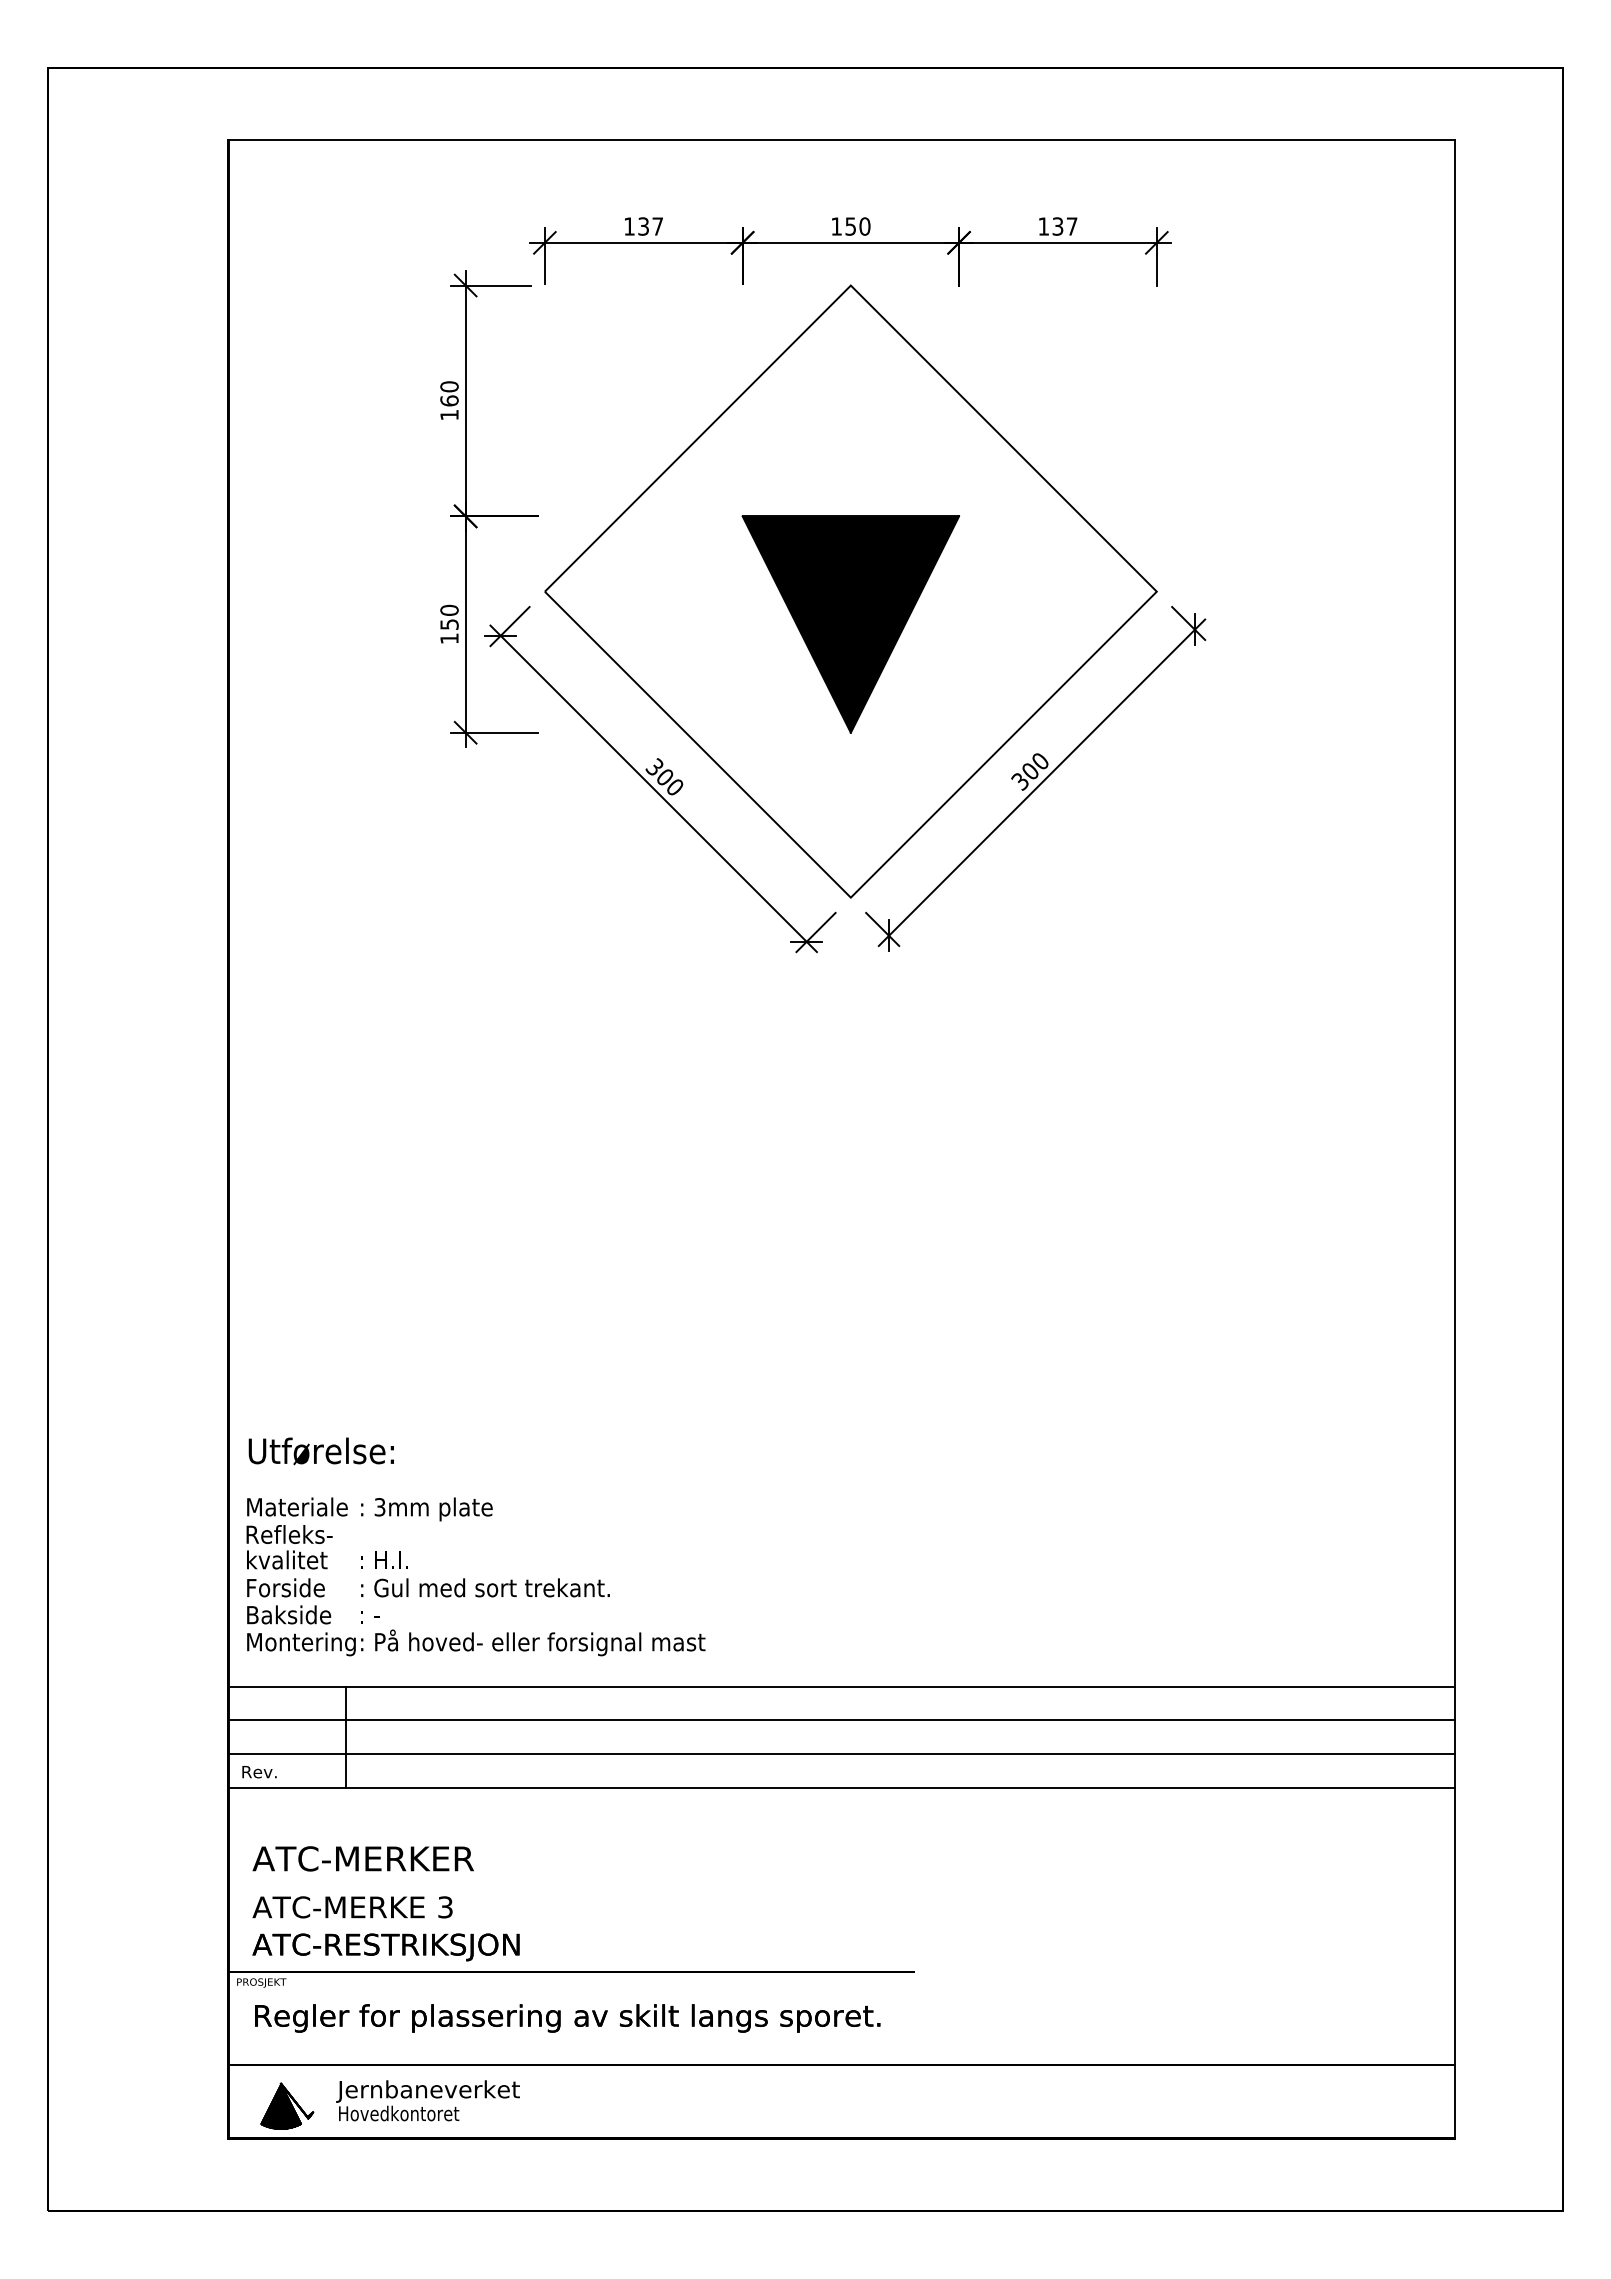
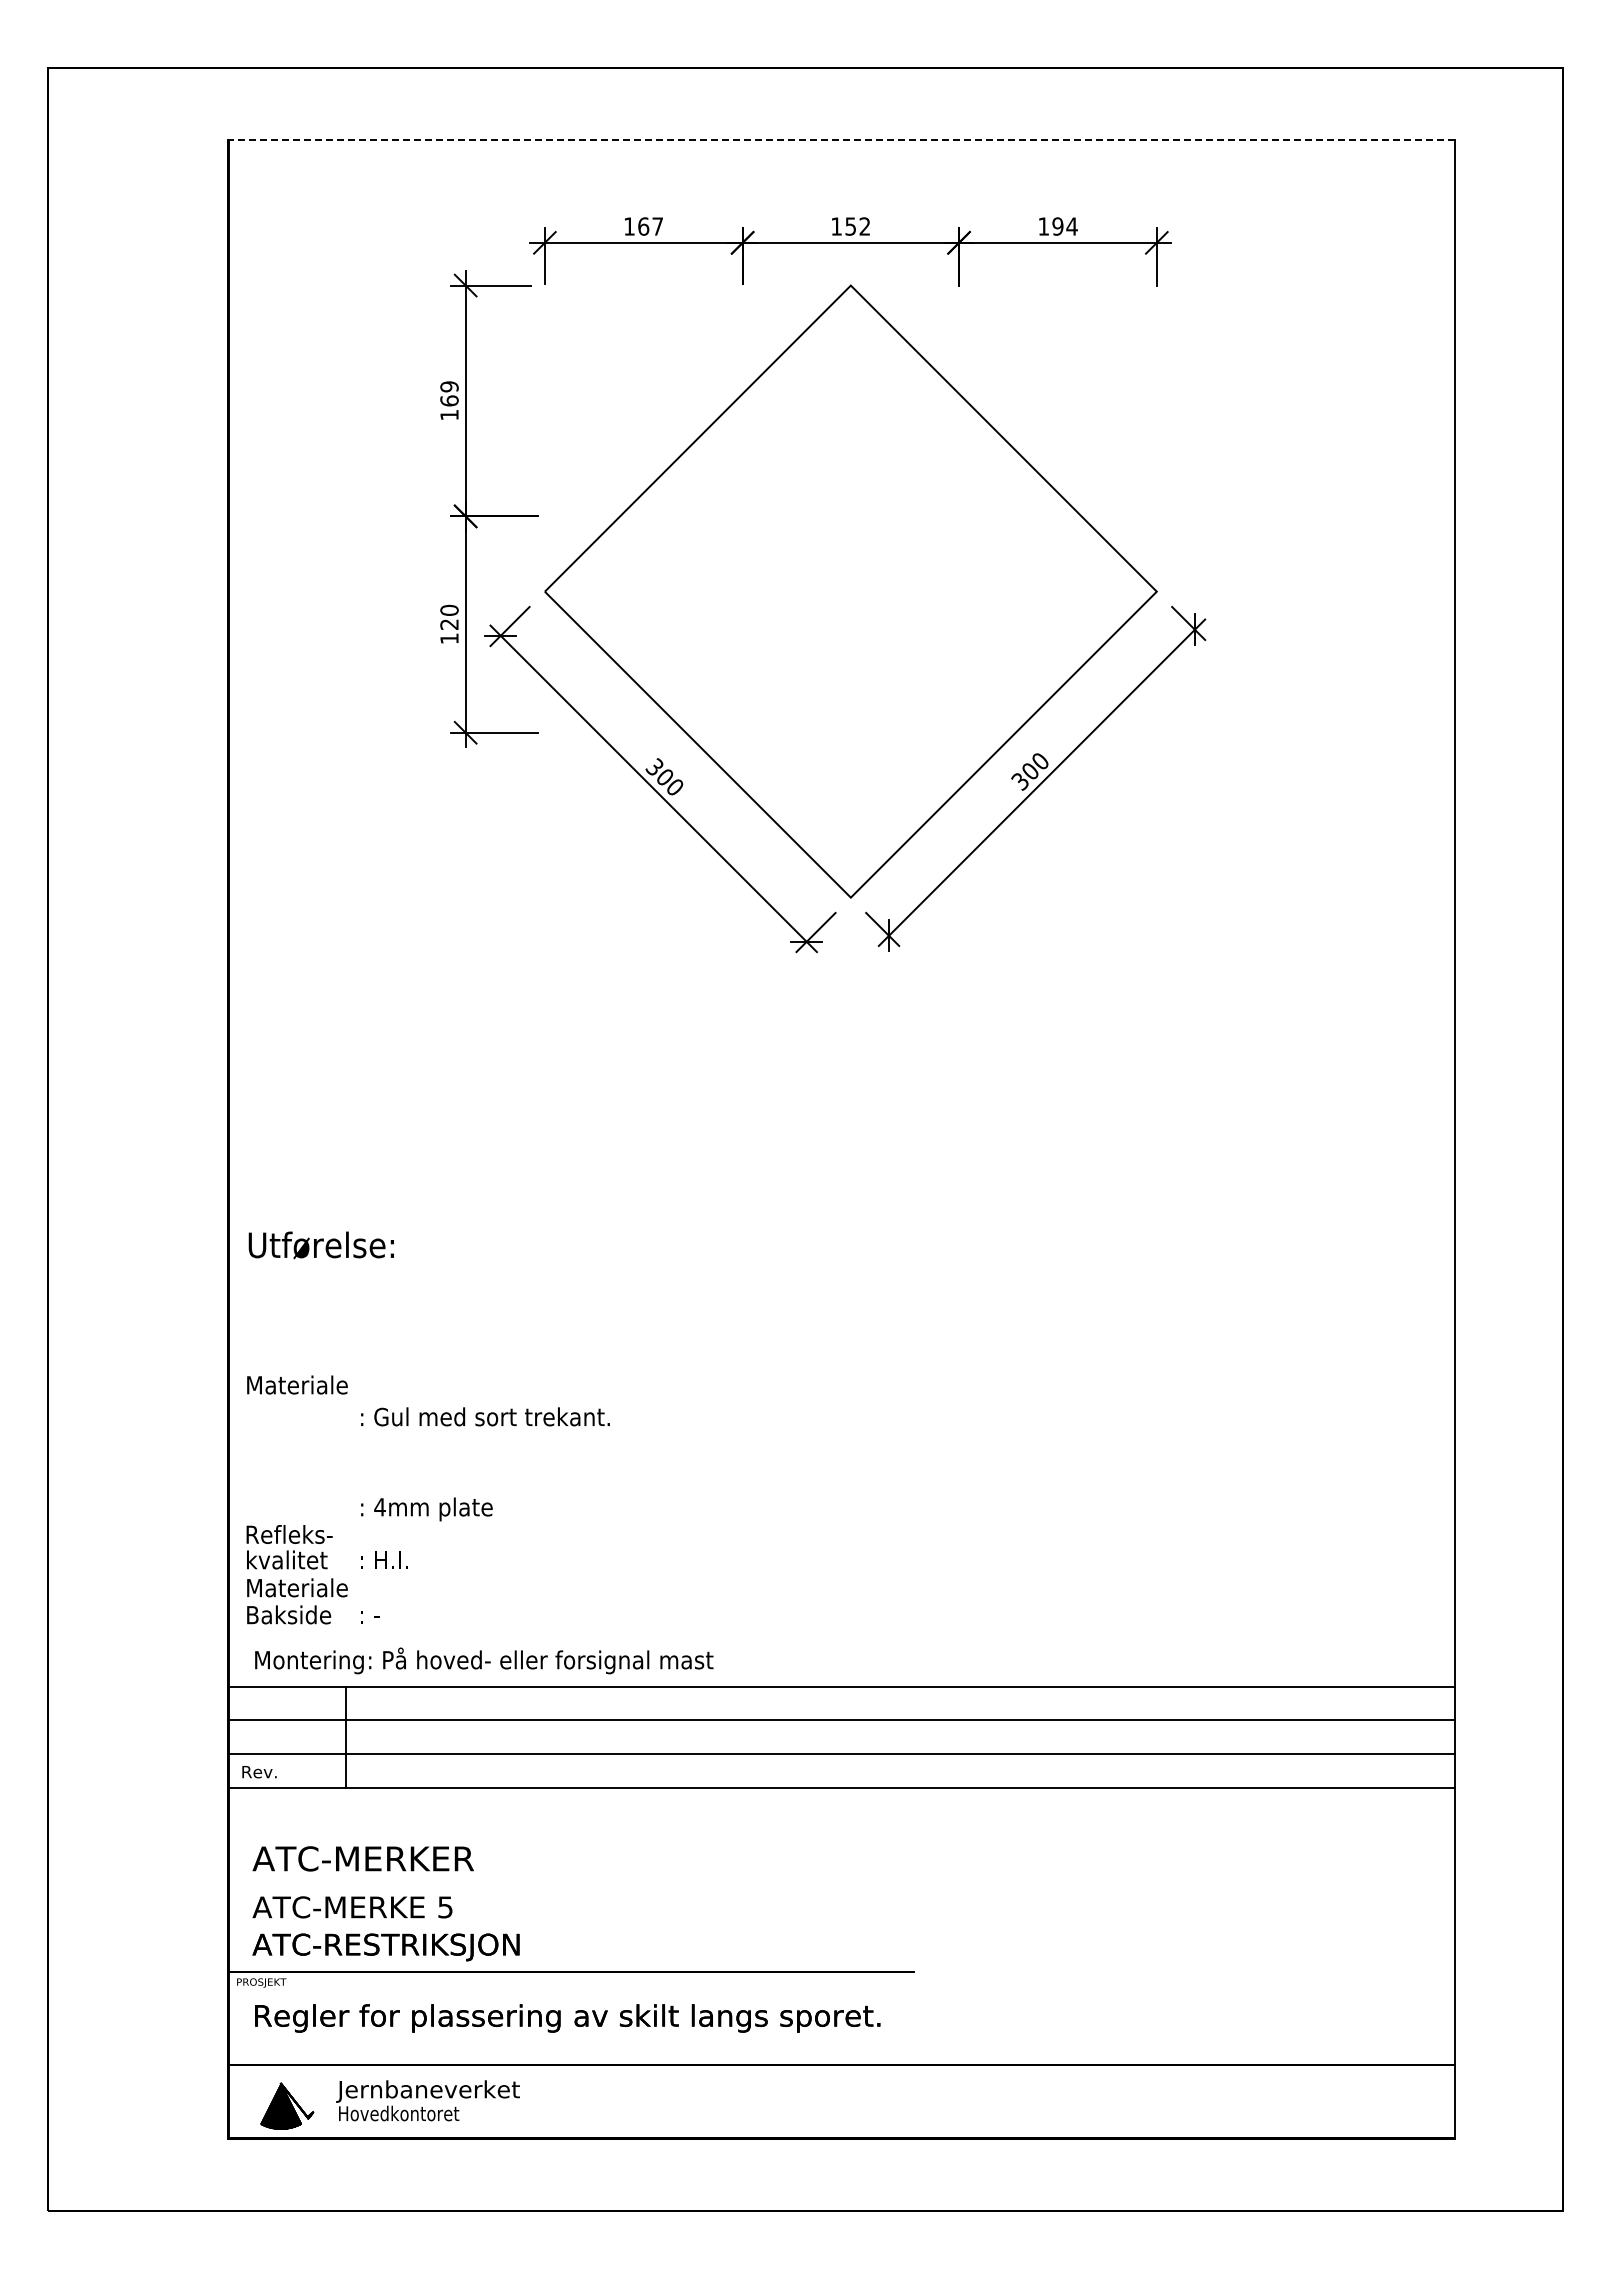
line at (841, 140): solid -> dashed
text at (643, 226): 137 -> 167
text at (864, 226): 150 -> 152
text at (1064, 226): 137 -> 194
text at (449, 386): 160 -> 169
text at (449, 624): 150 -> 120
part at (850, 624): present -> none
text at (320, 1451) position: (320, 1451) -> (320, 1245)
text at (297, 1506) position: (297, 1506) -> (297, 1384)
text at (379, 1507): 3mm -> 4mm
text at (298, 1587): Forside -> Materiale
text at (485, 1587) position: (485, 1587) -> (485, 1416)
text at (476, 1642) position: (476, 1642) -> (484, 1660)
text at (445, 1906): 3 -> 5
